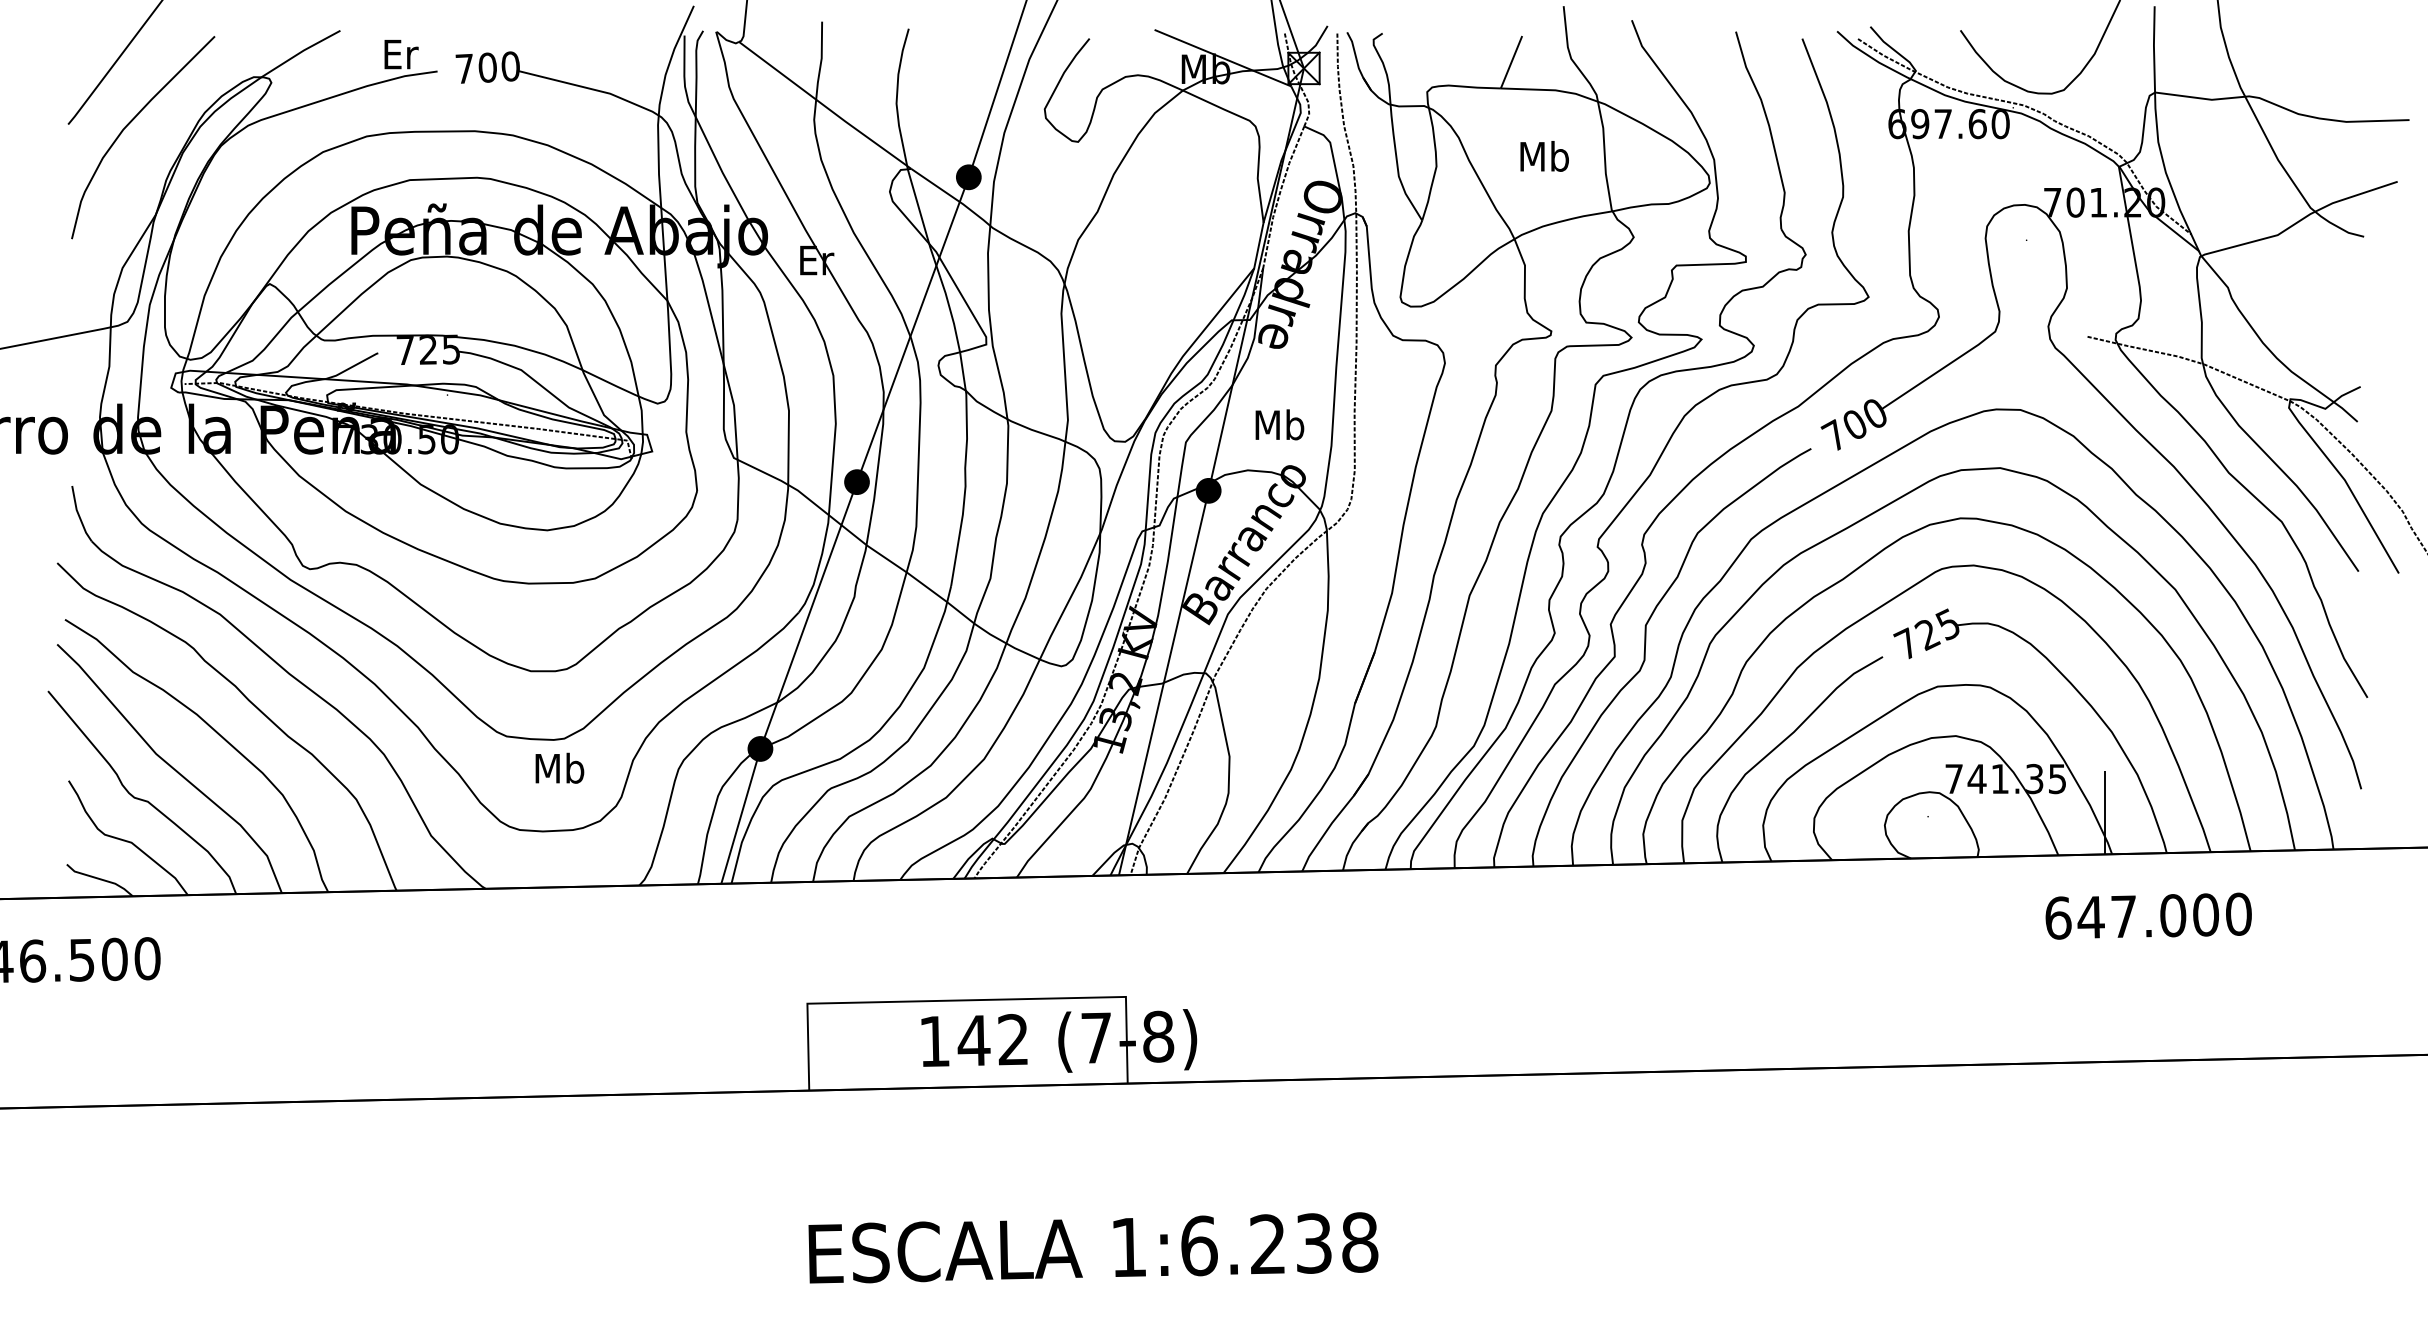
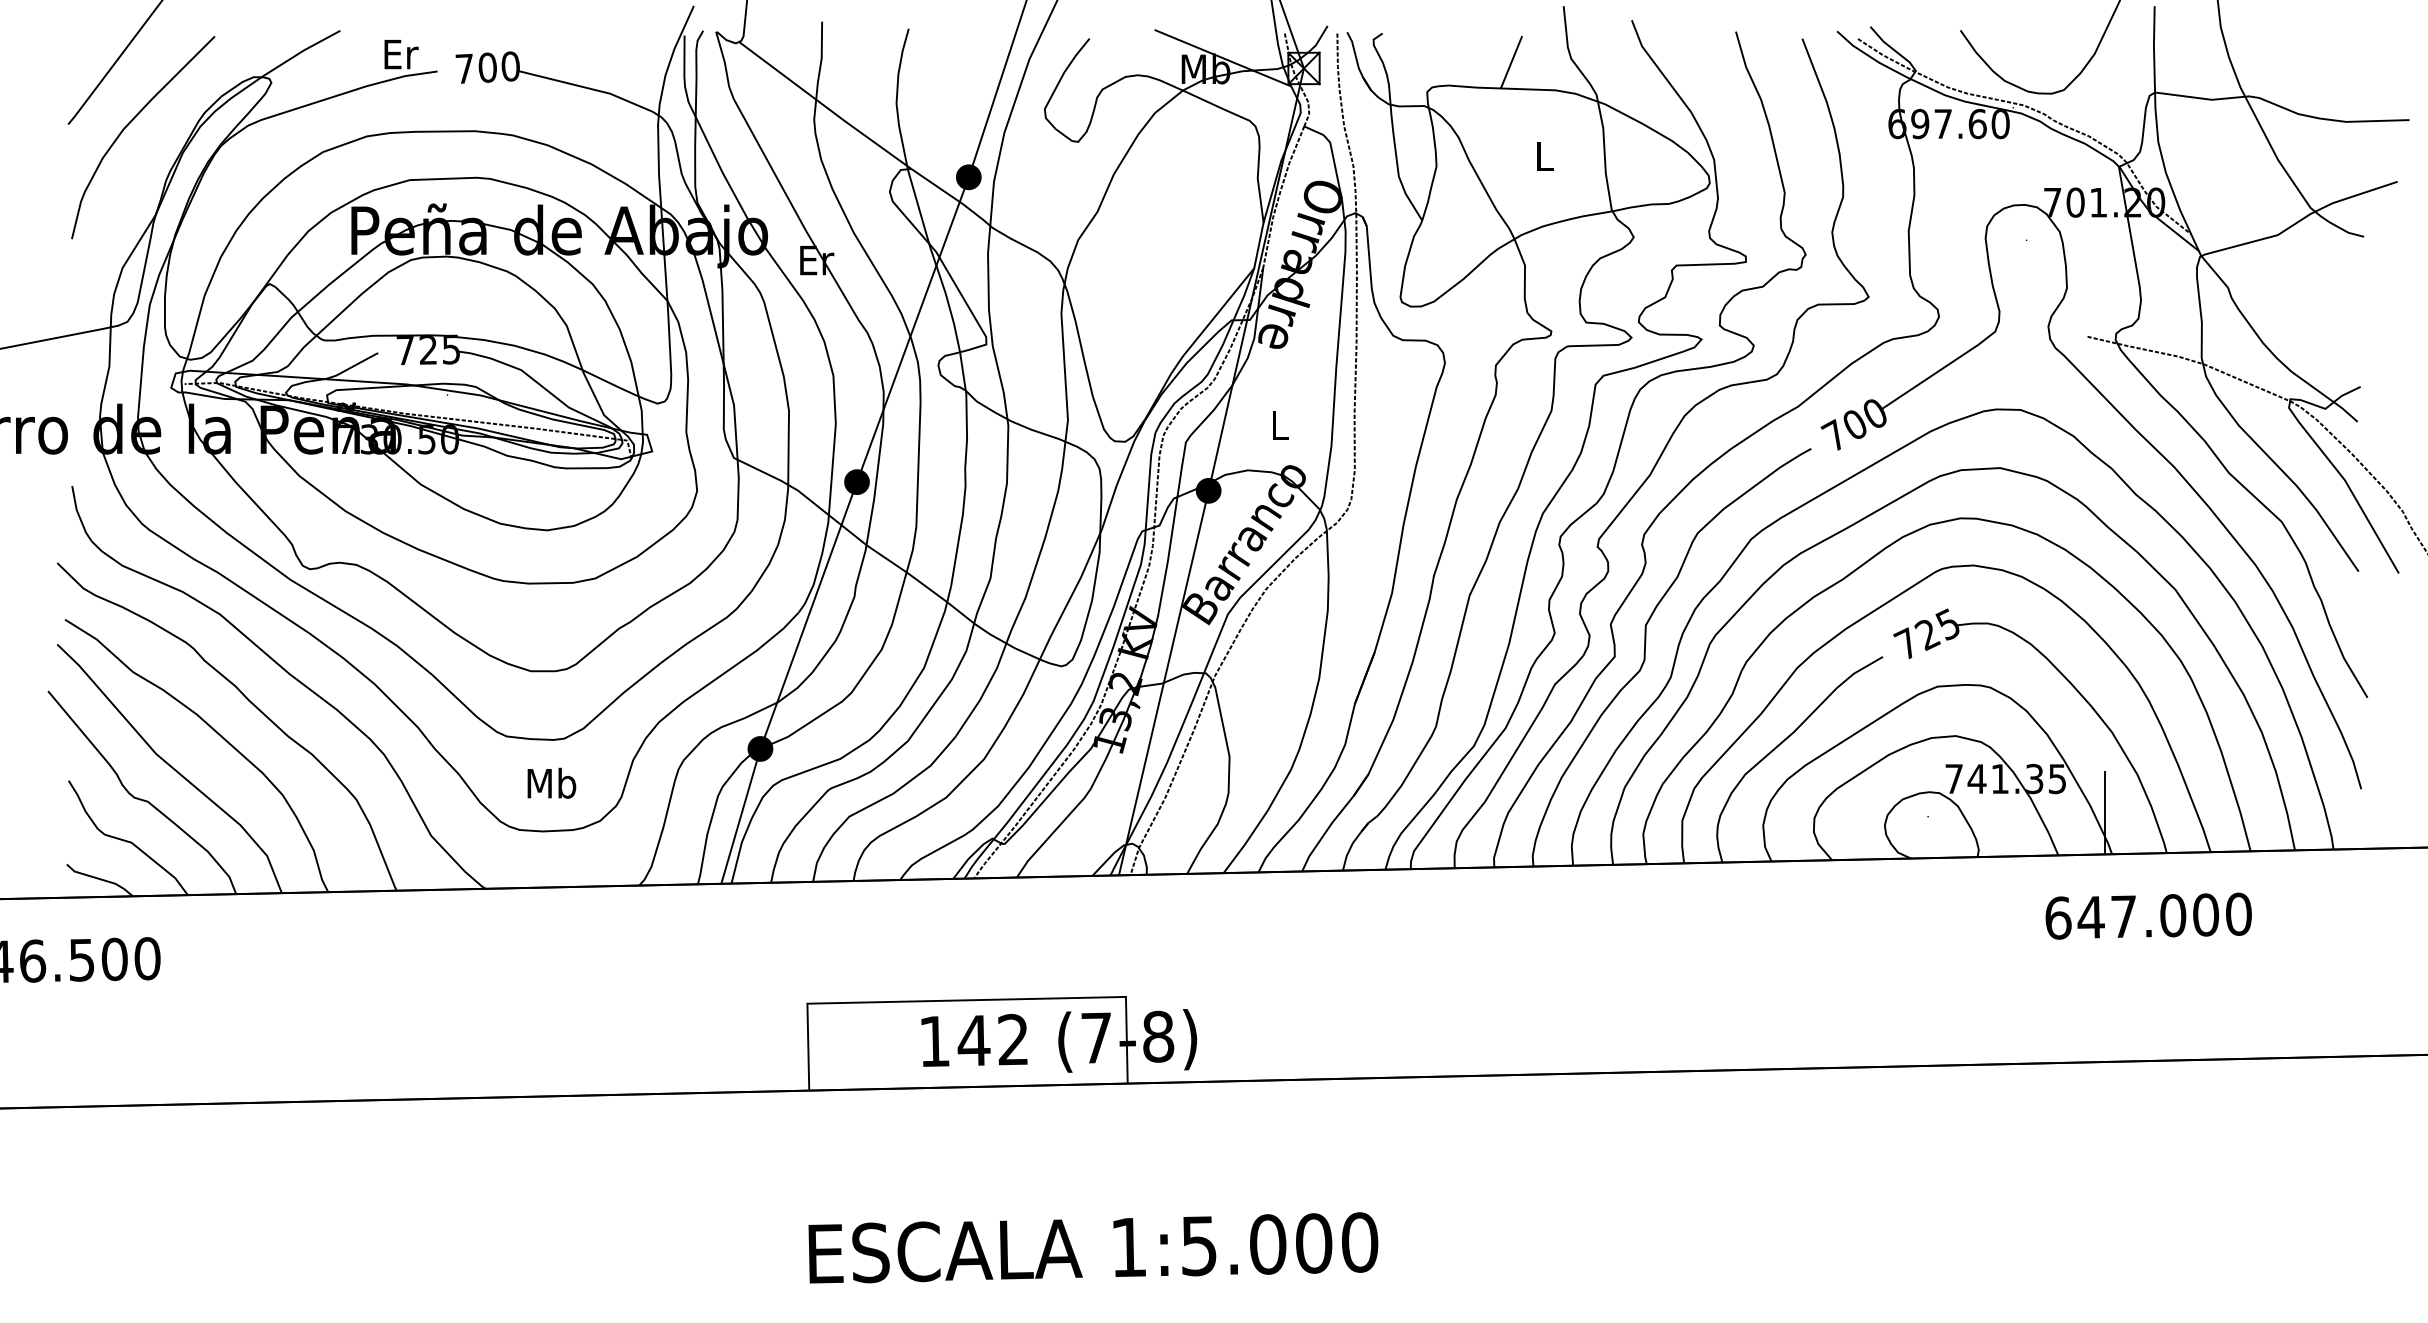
text at (1544, 156): Mb -> L
text at (1279, 424): Mb -> L
text at (559, 767) position: (559, 767) -> (551, 782)
text at (1279, 1244): 1:6.238 -> 1:5.000
